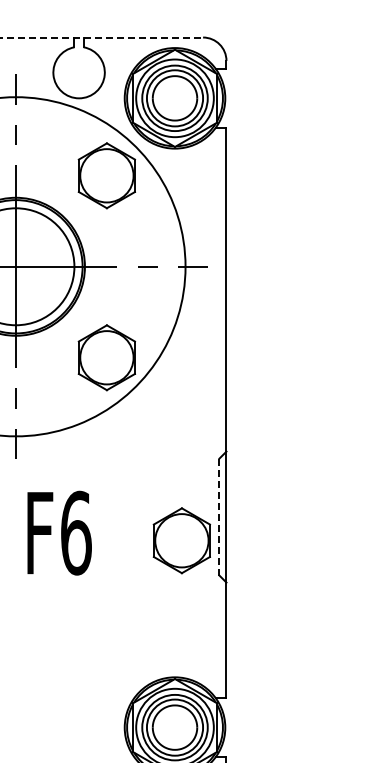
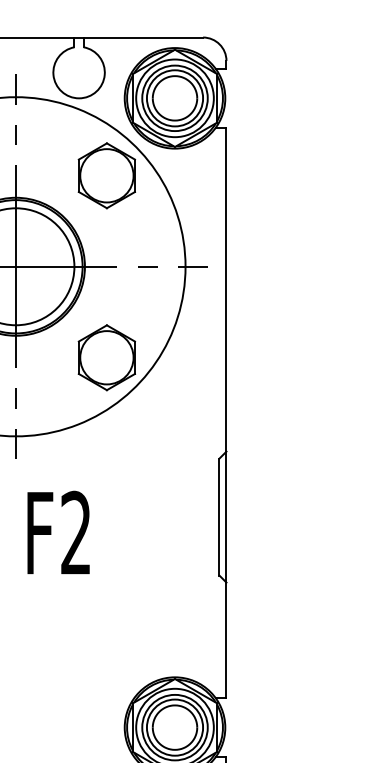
line at (102, 37): dashed -> solid
line at (219, 516): dashed -> solid
text at (76, 532): F6 -> F2
part at (181, 540): present -> none
